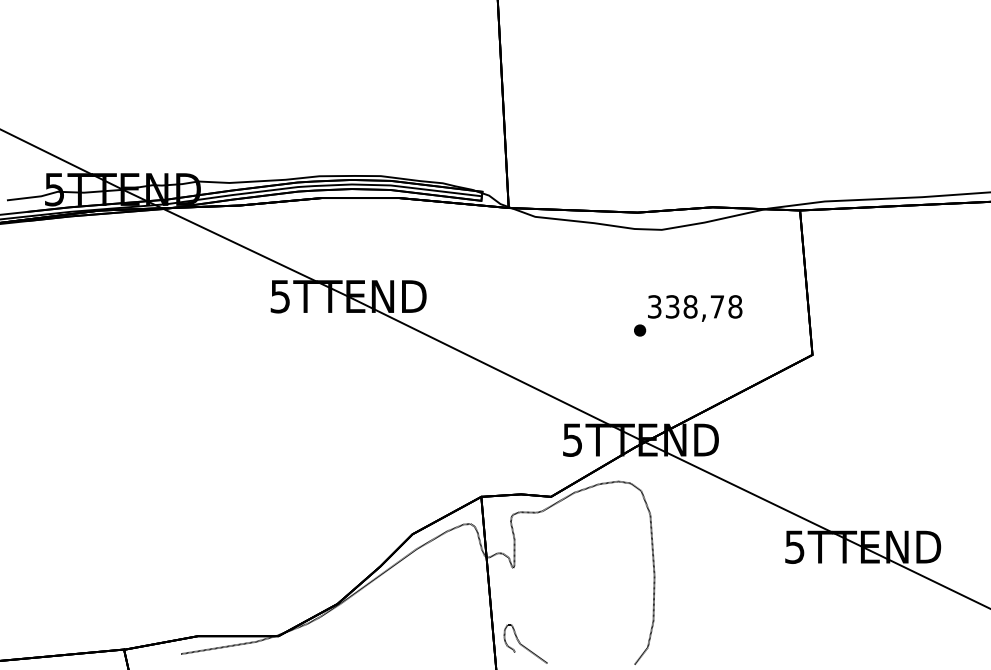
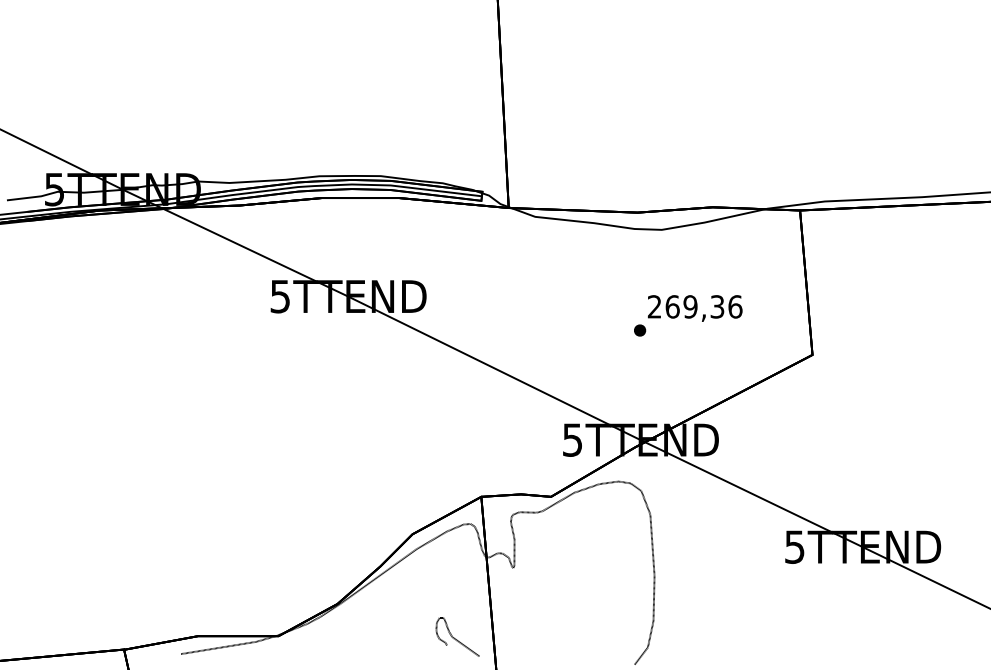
text at (695, 306): 338,78 -> 269,36
curve at (523, 645) position: (523, 645) -> (455, 638)
